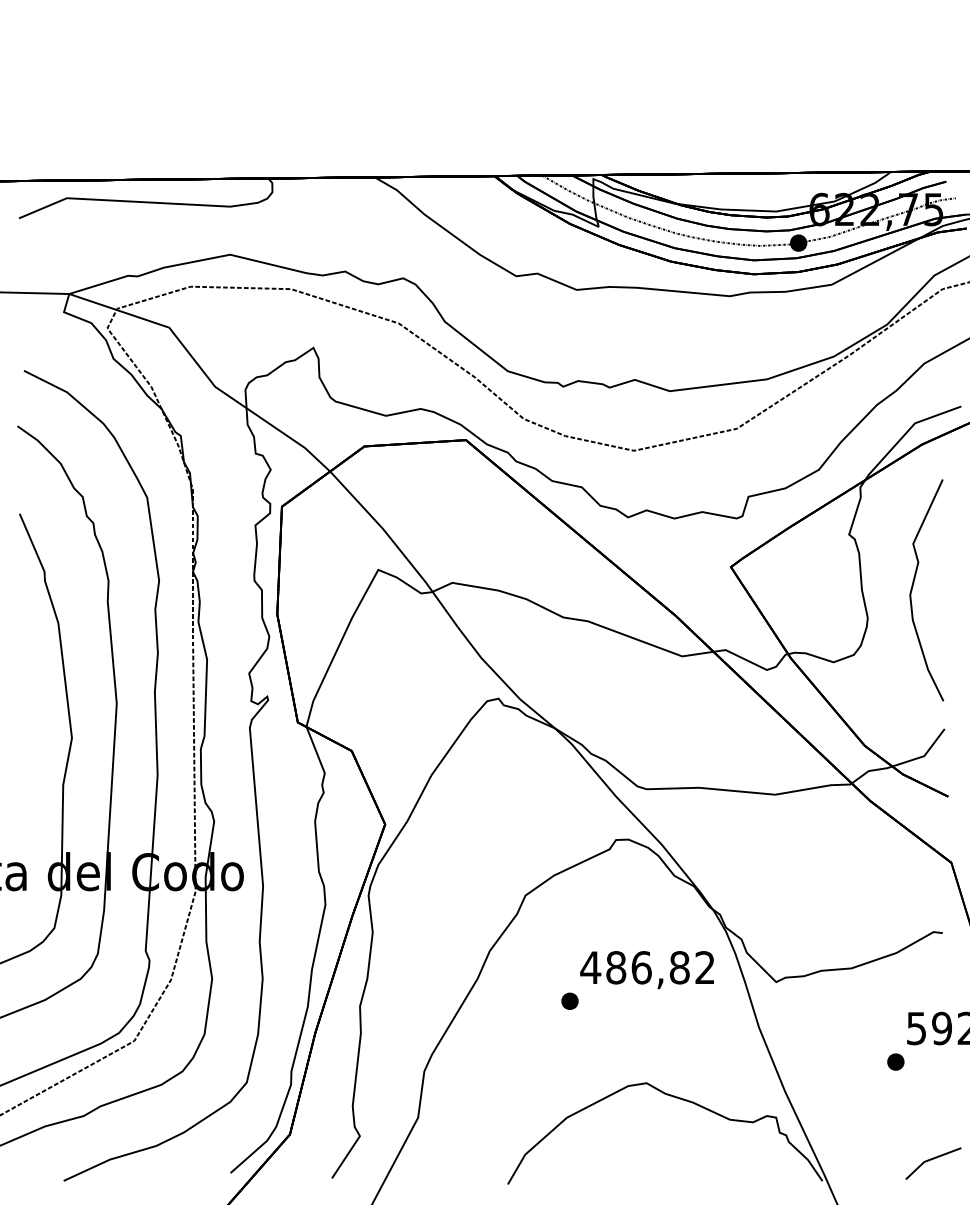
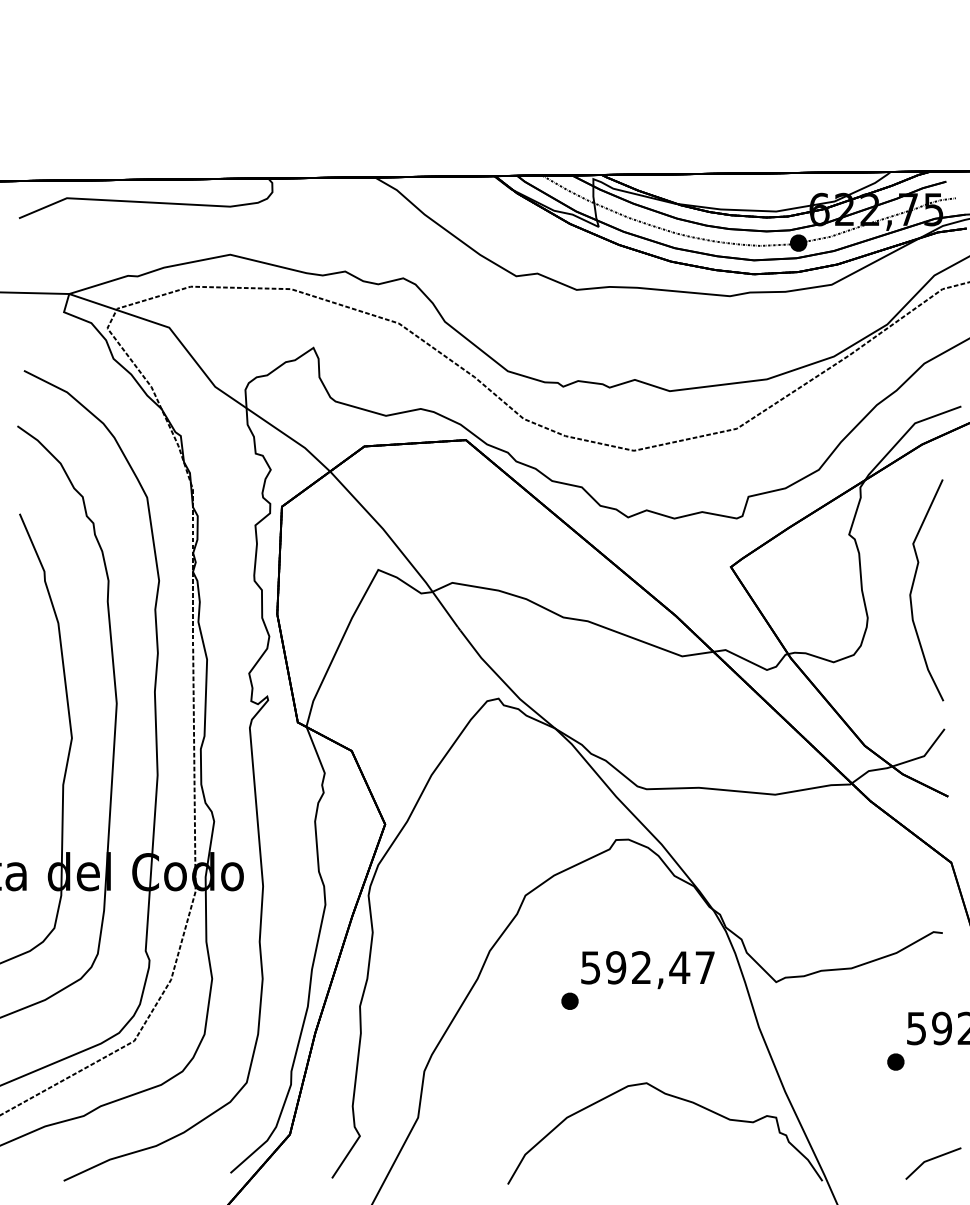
text at (647, 967): 486,82 -> 592,47
